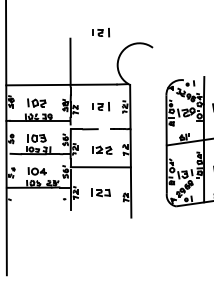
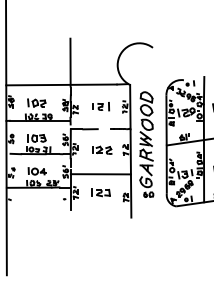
part at (101, 32): present -> none
part at (146, 144): none -> present
line at (100, 167) position: (100, 167) -> (100, 174)
